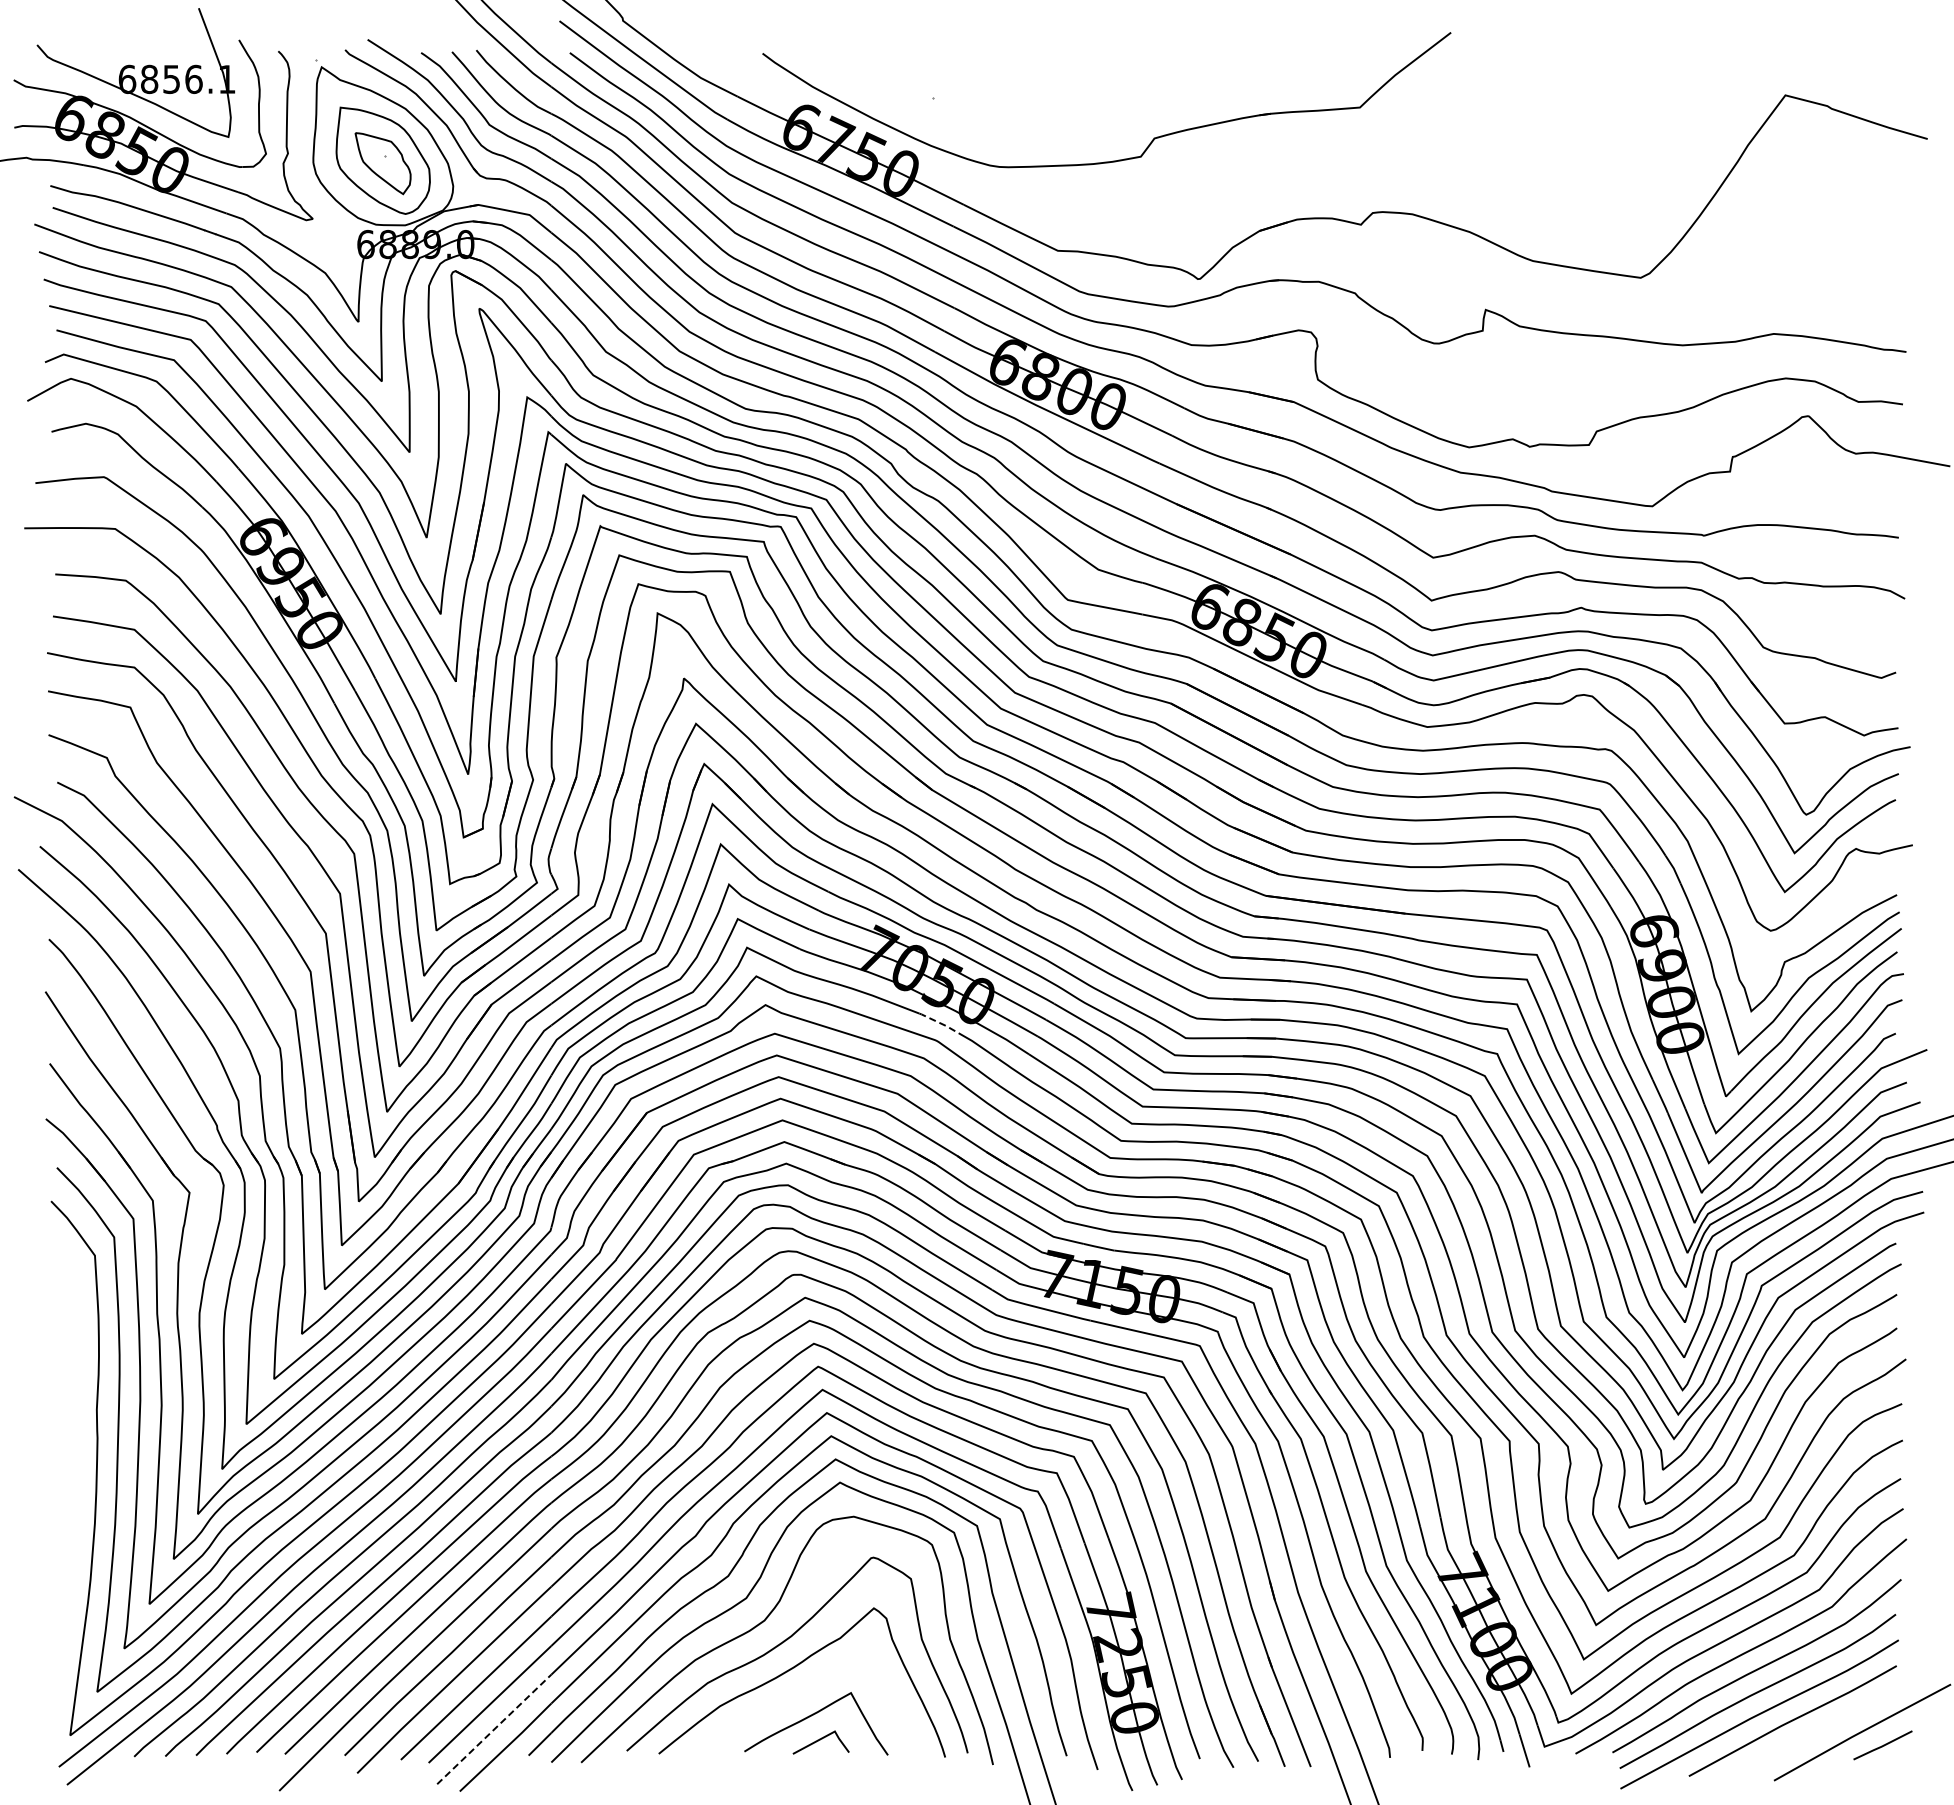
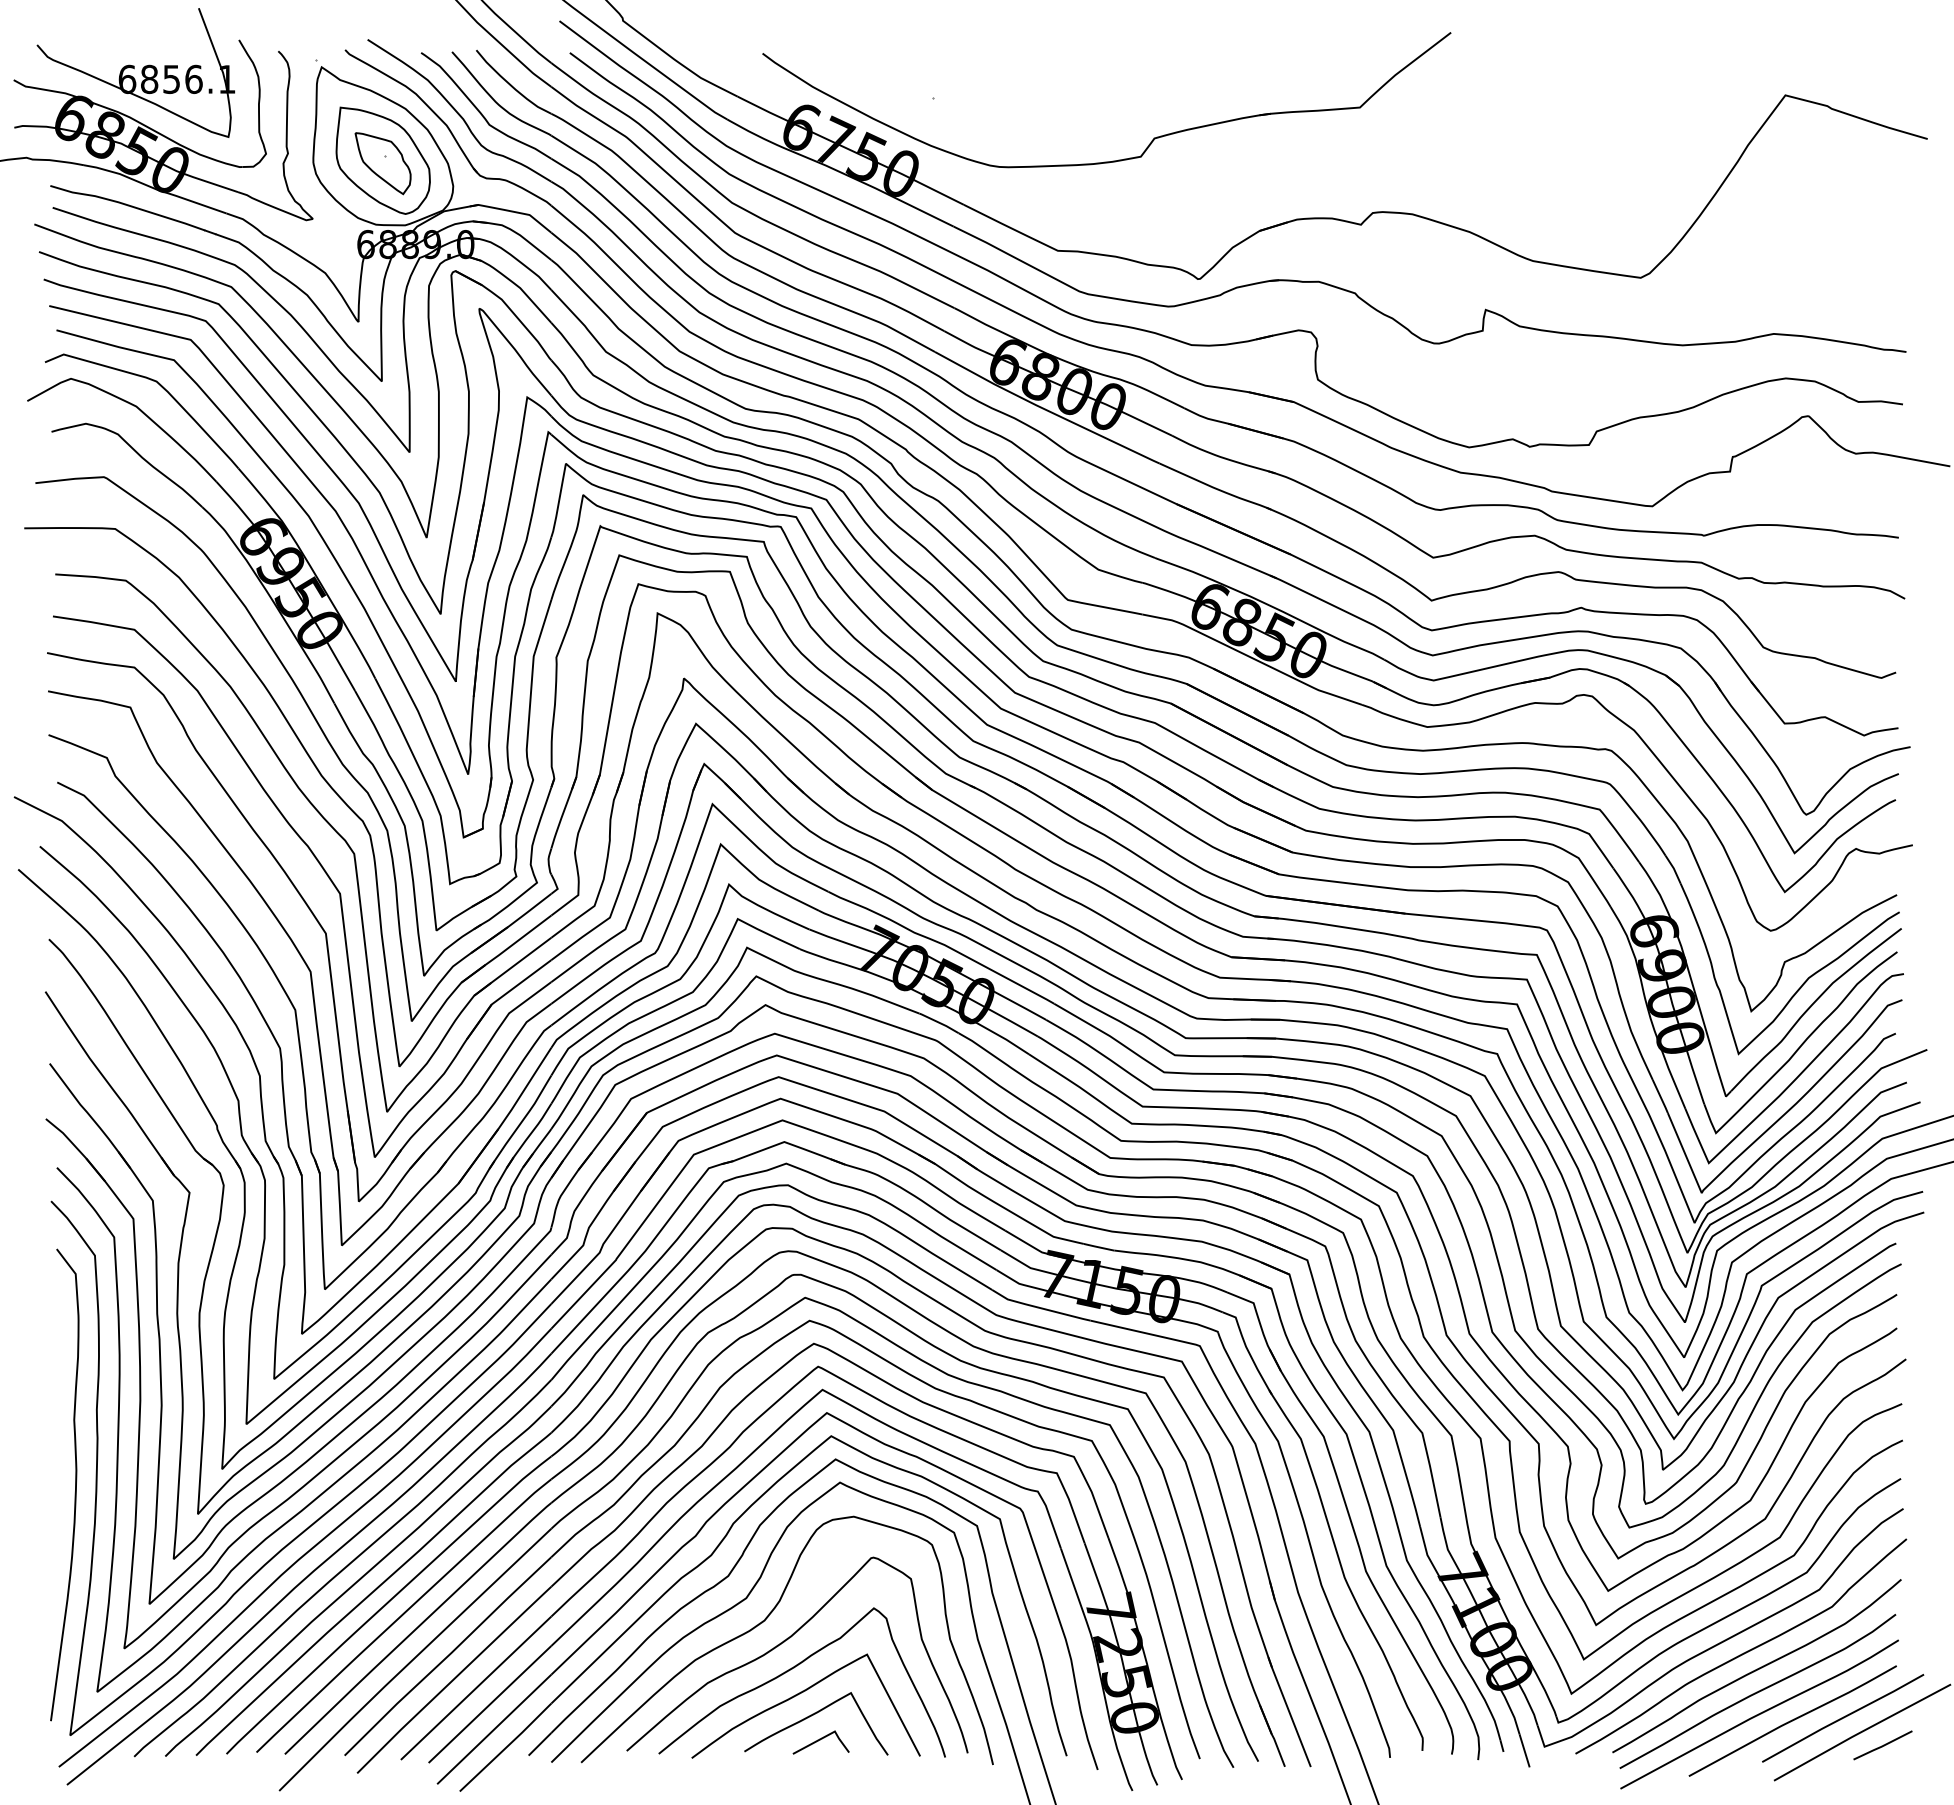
line at (939, 1022): dashed -> solid
curve at (75, 1484): none -> present
curve at (798, 1695): none -> present
line at (1843, 1718): none -> present
line at (494, 1729): dashed -> solid
